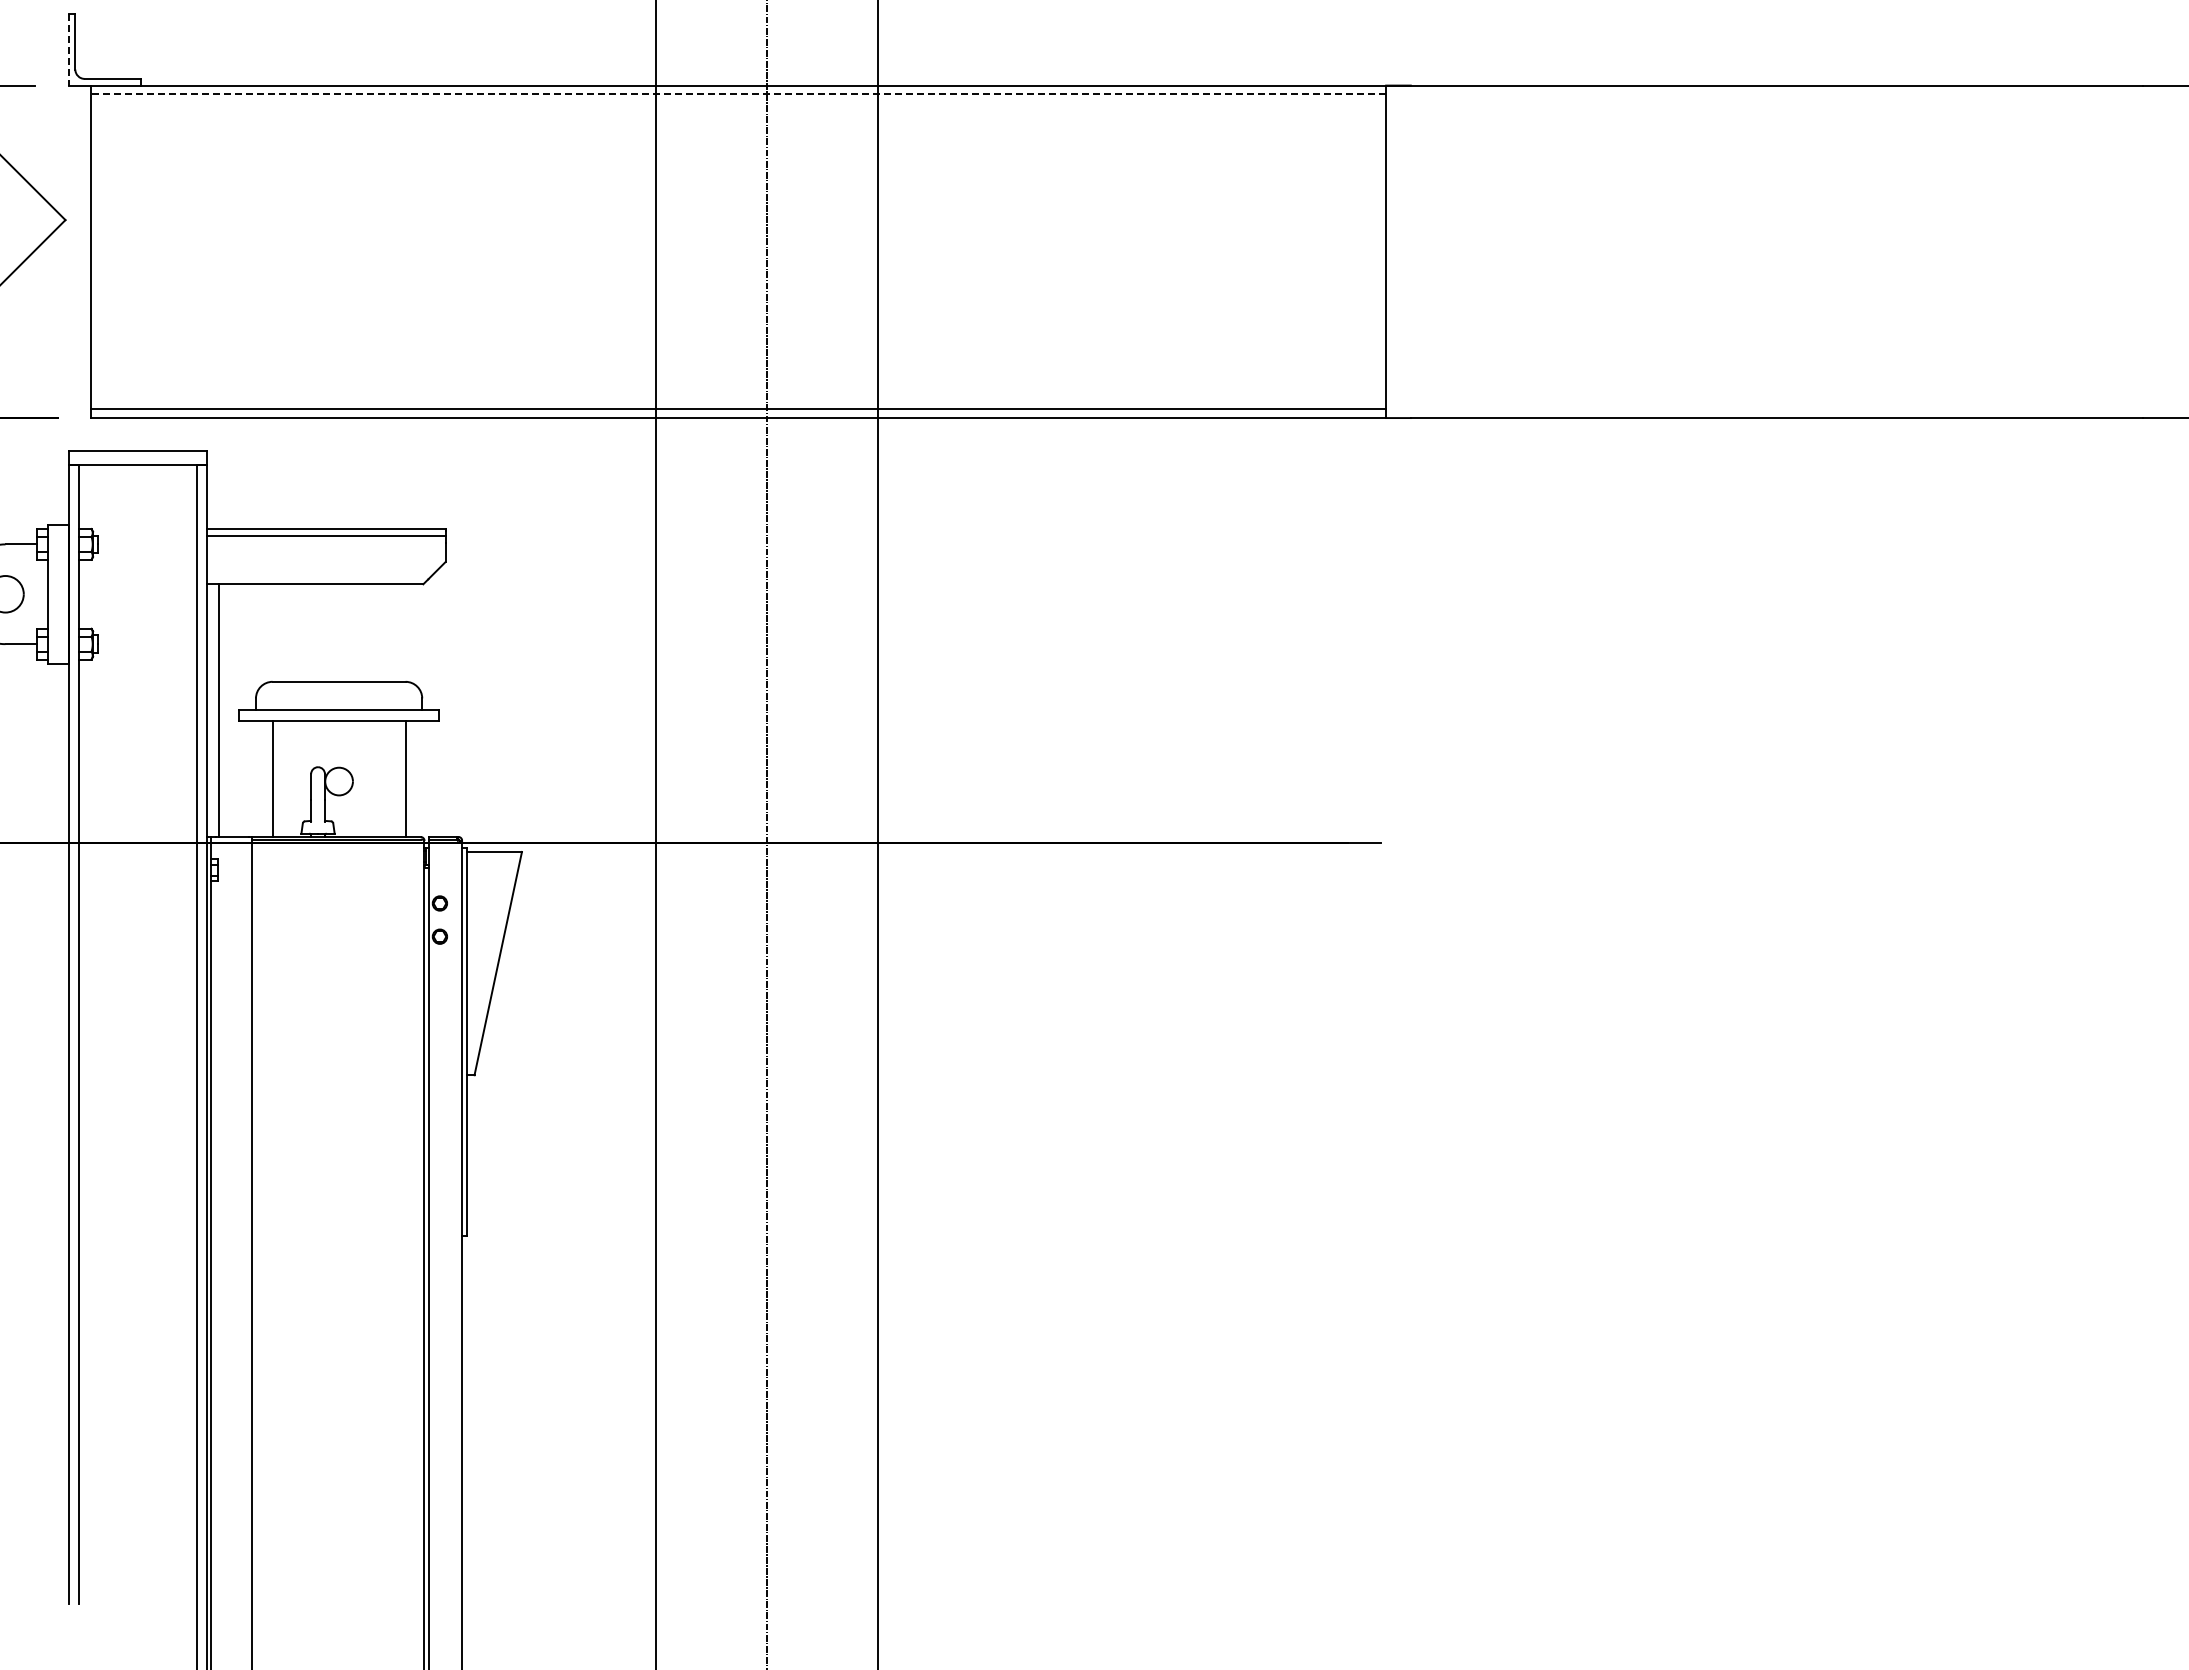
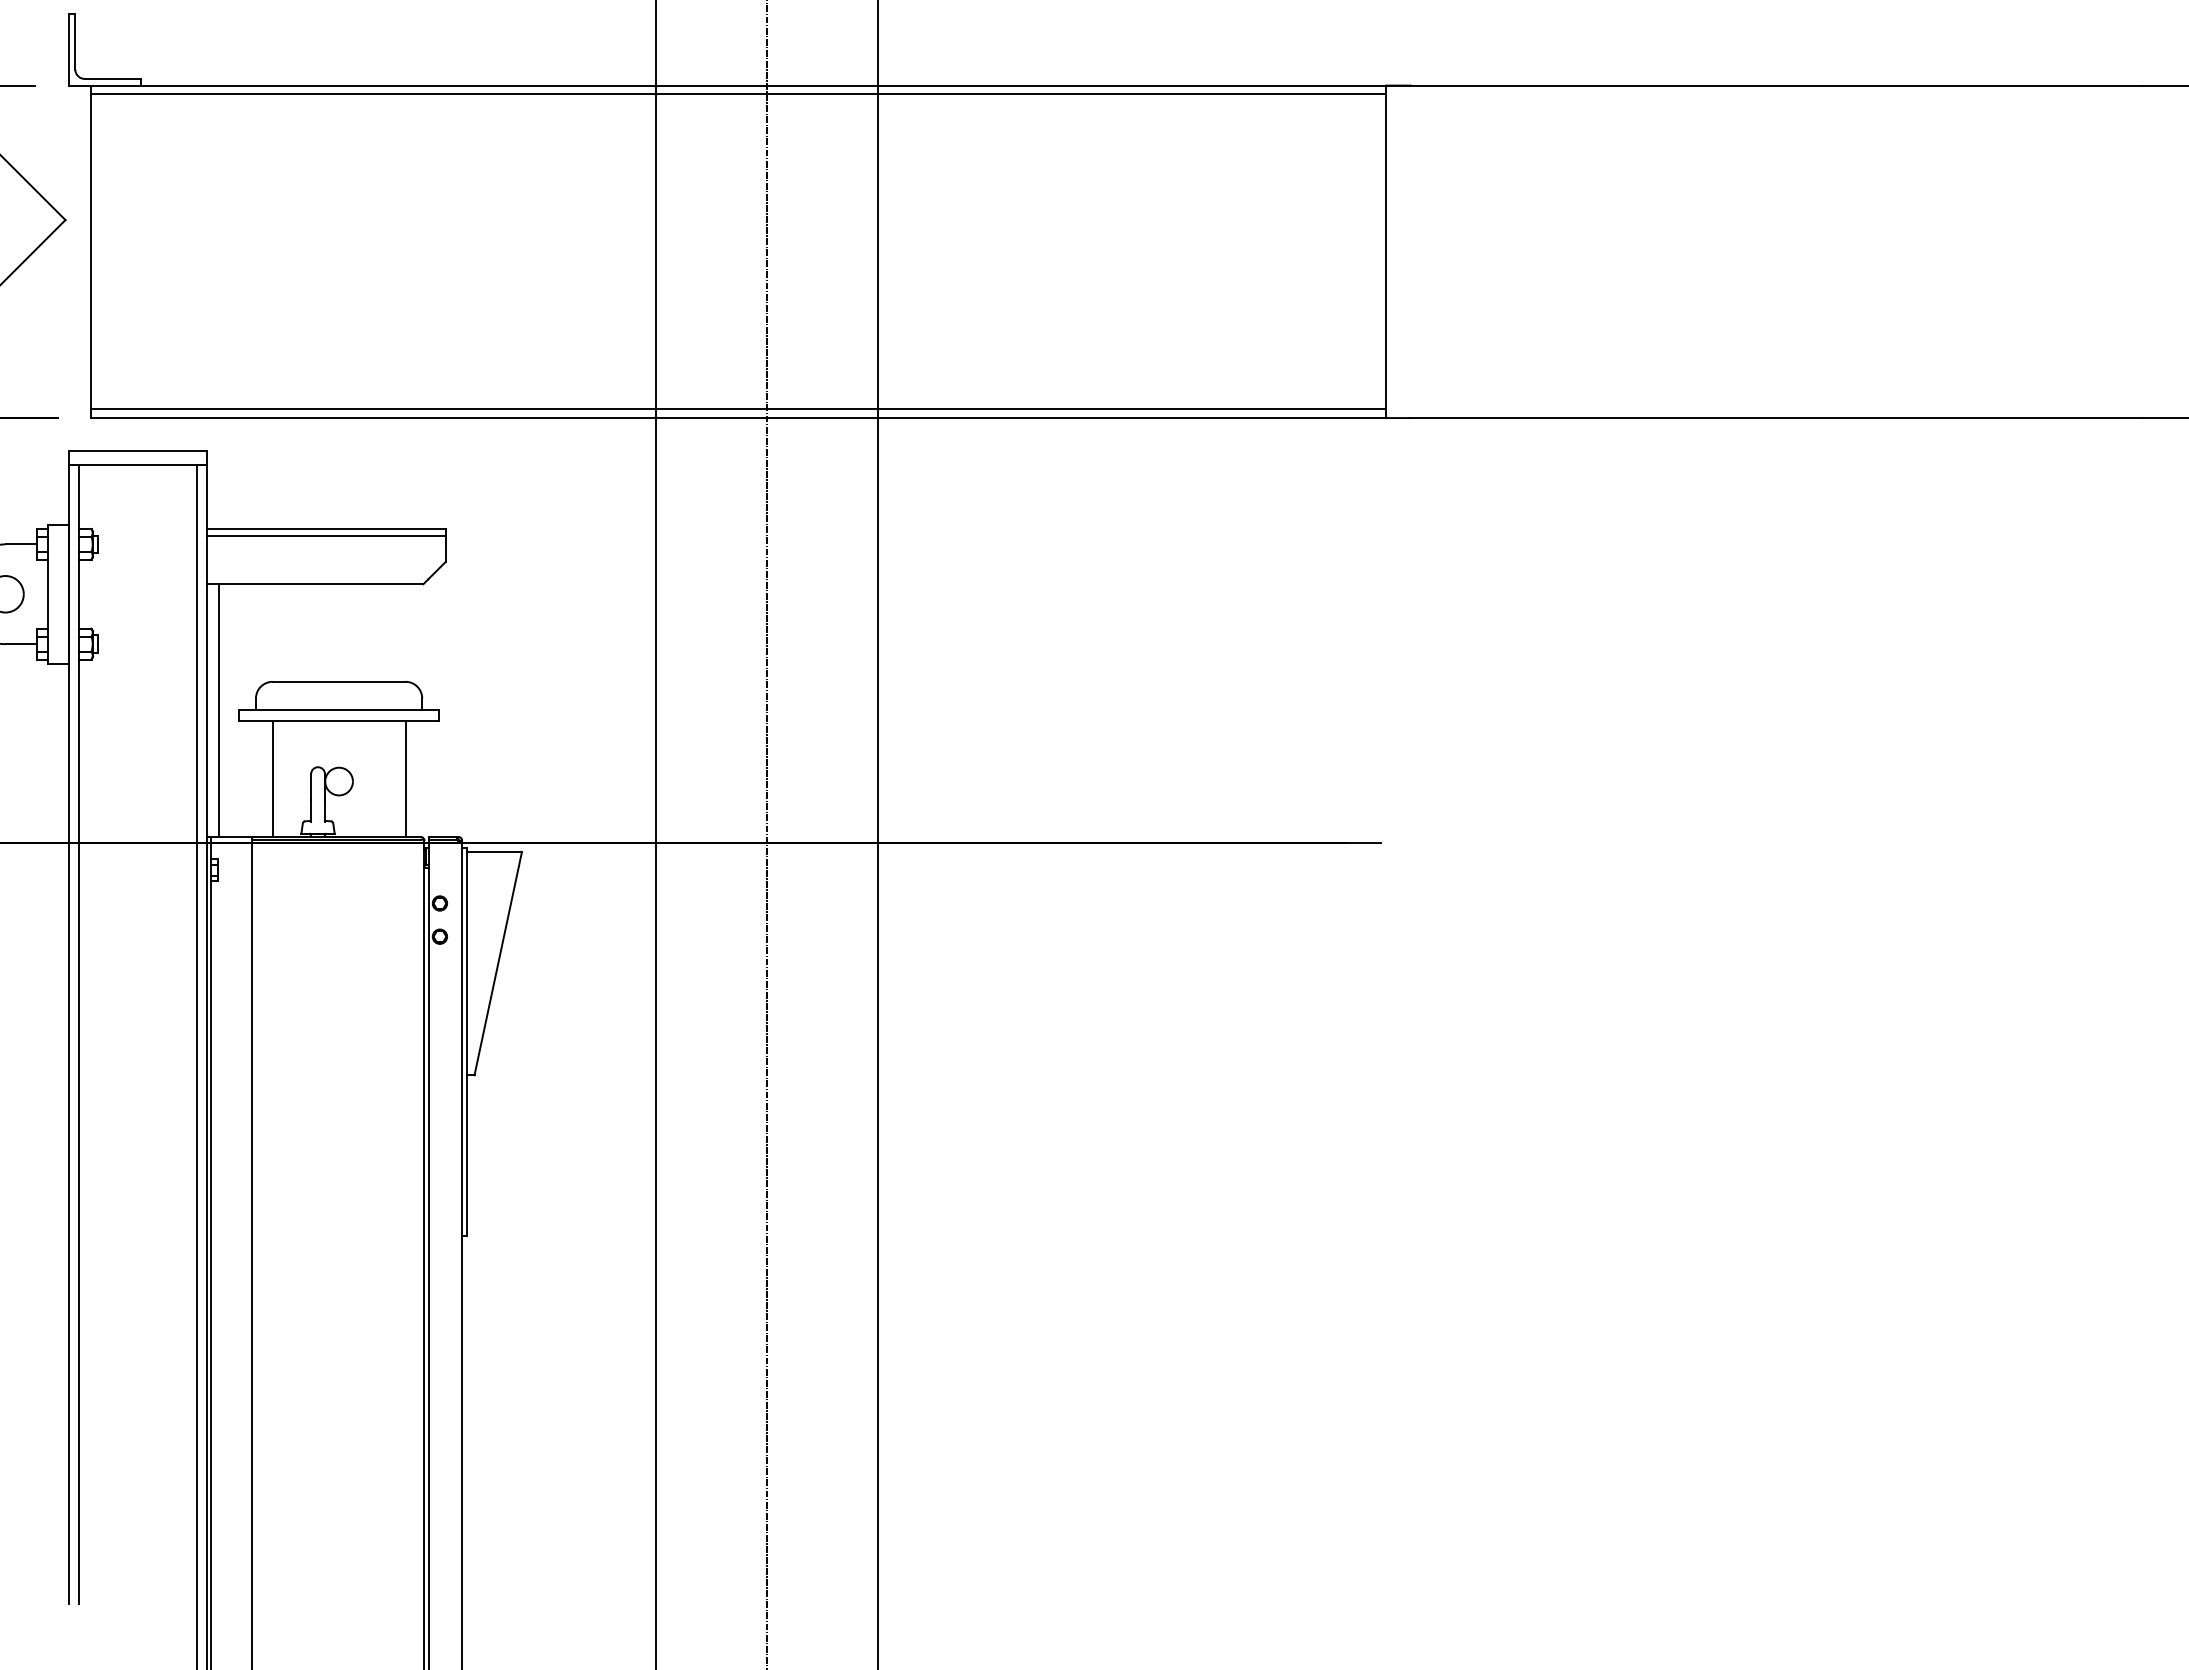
line at (68, 50): dashed -> solid
line at (738, 94): dashed -> solid
